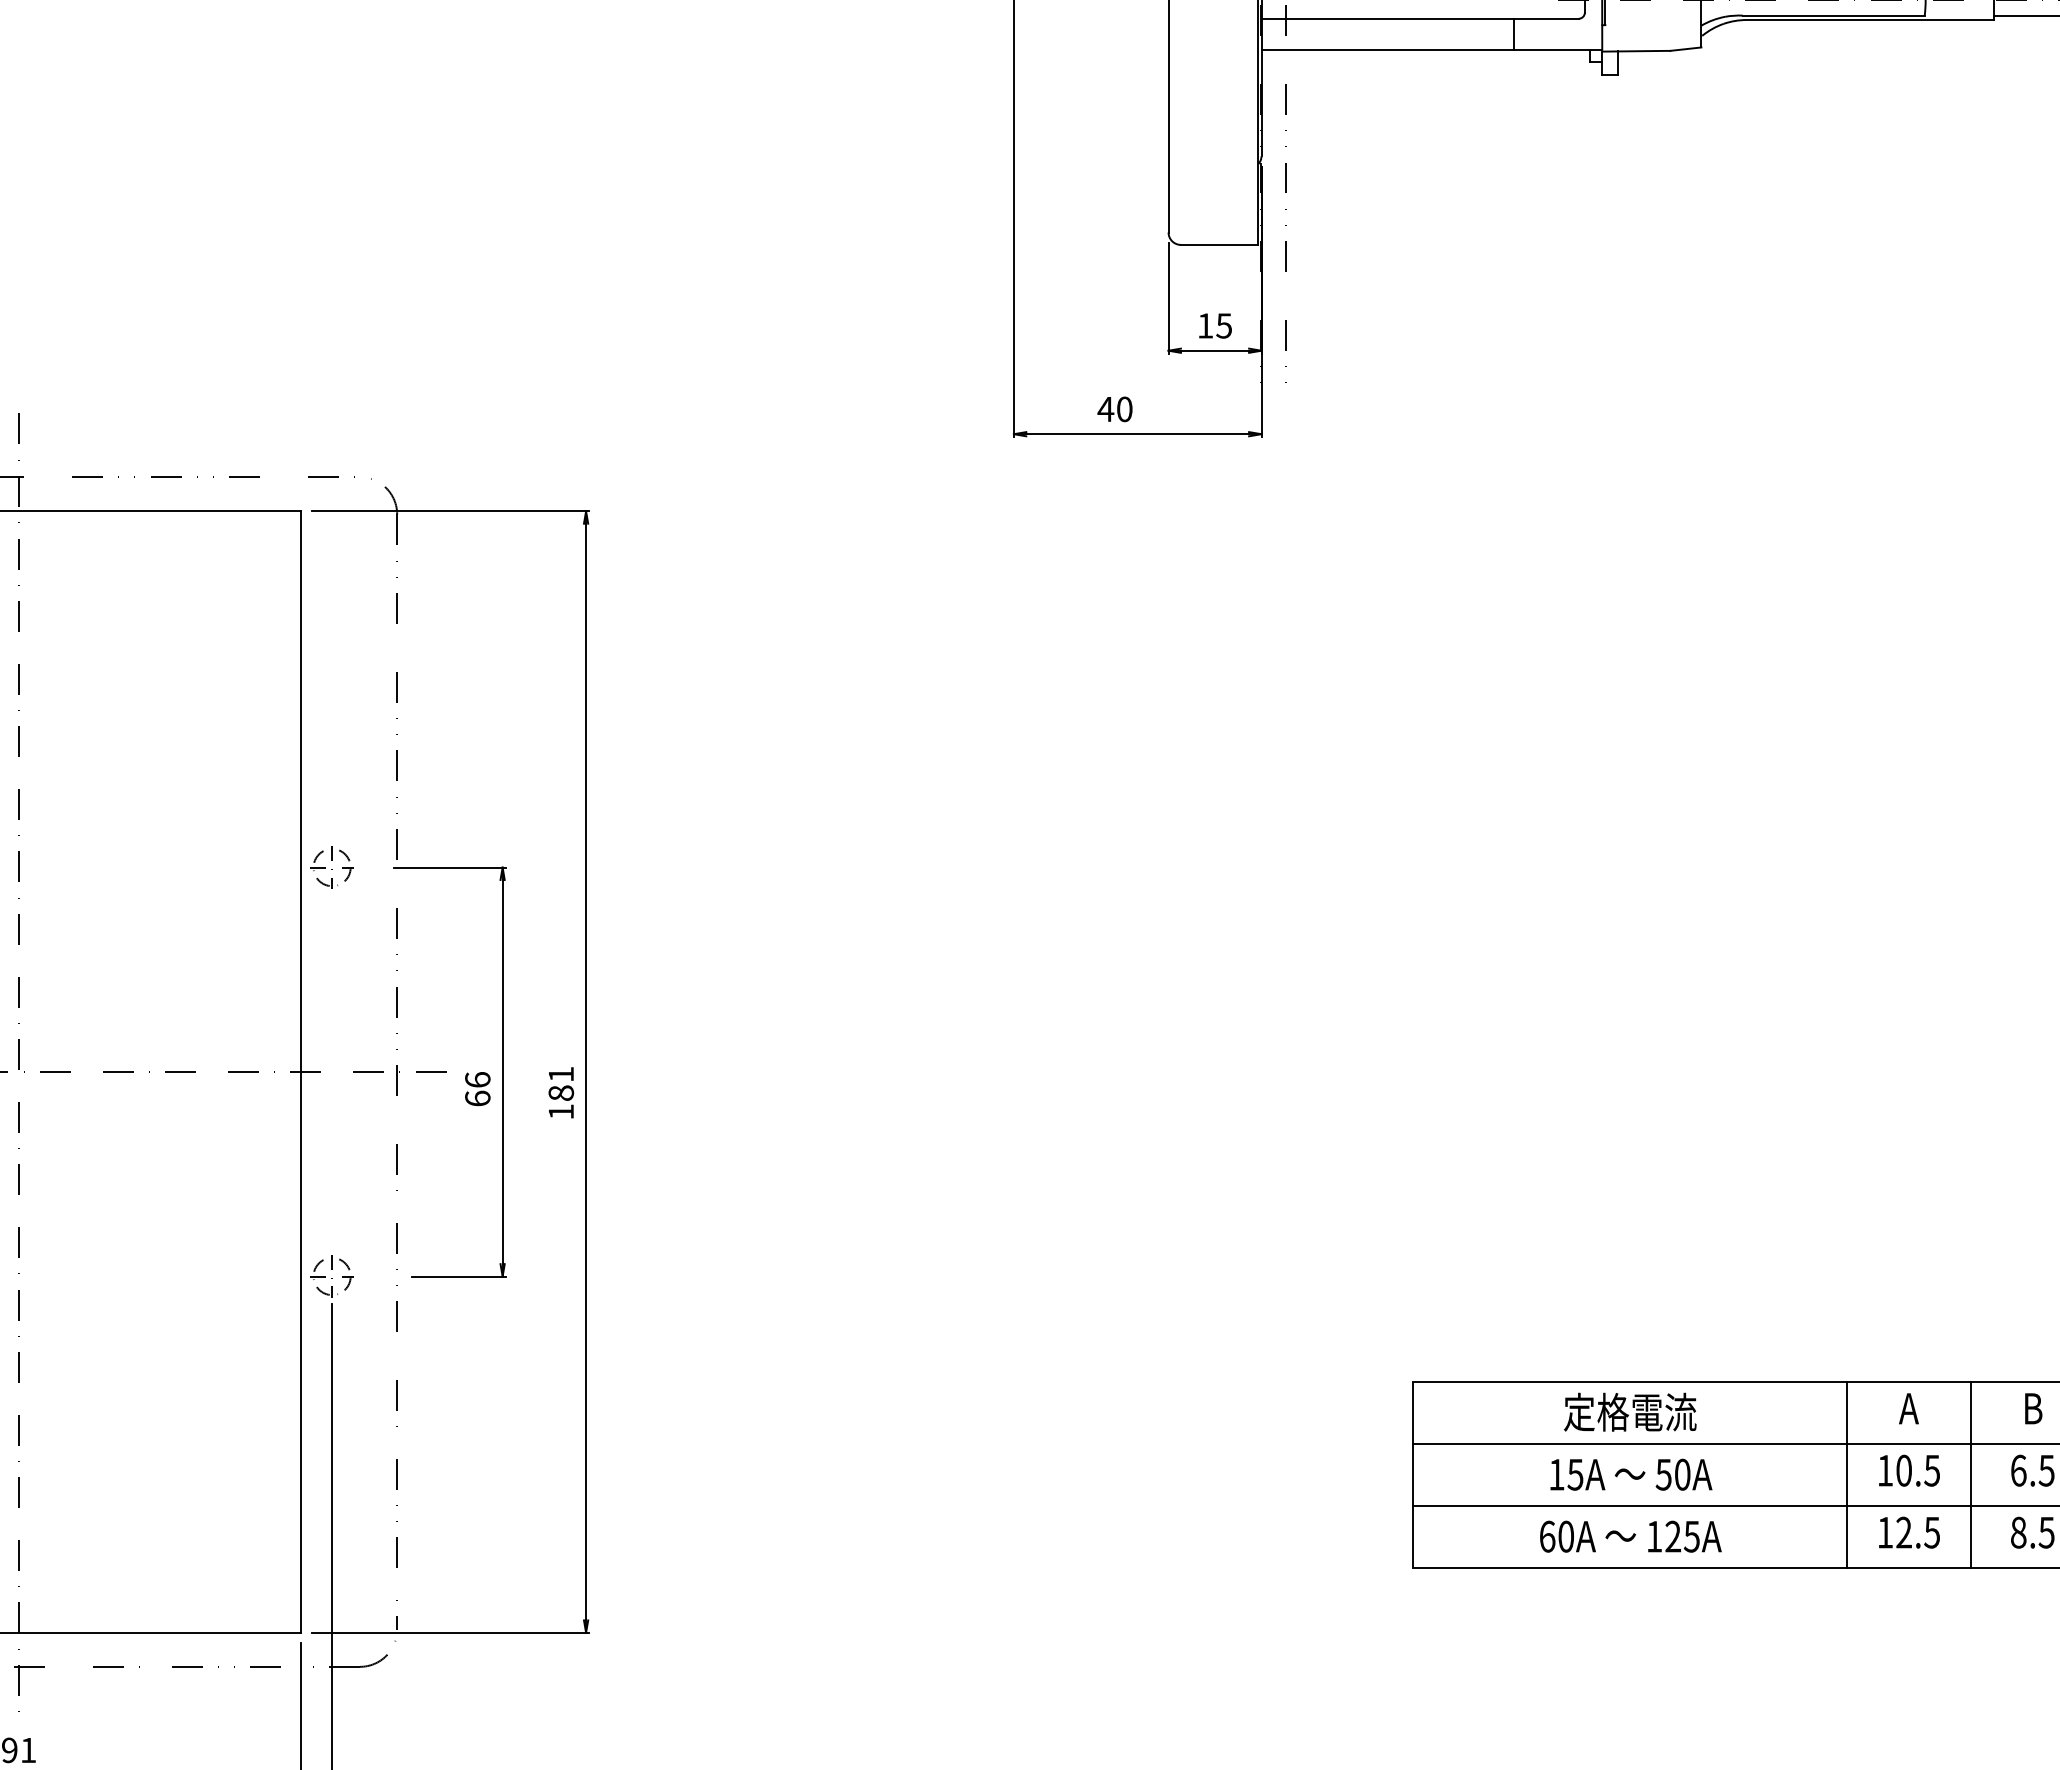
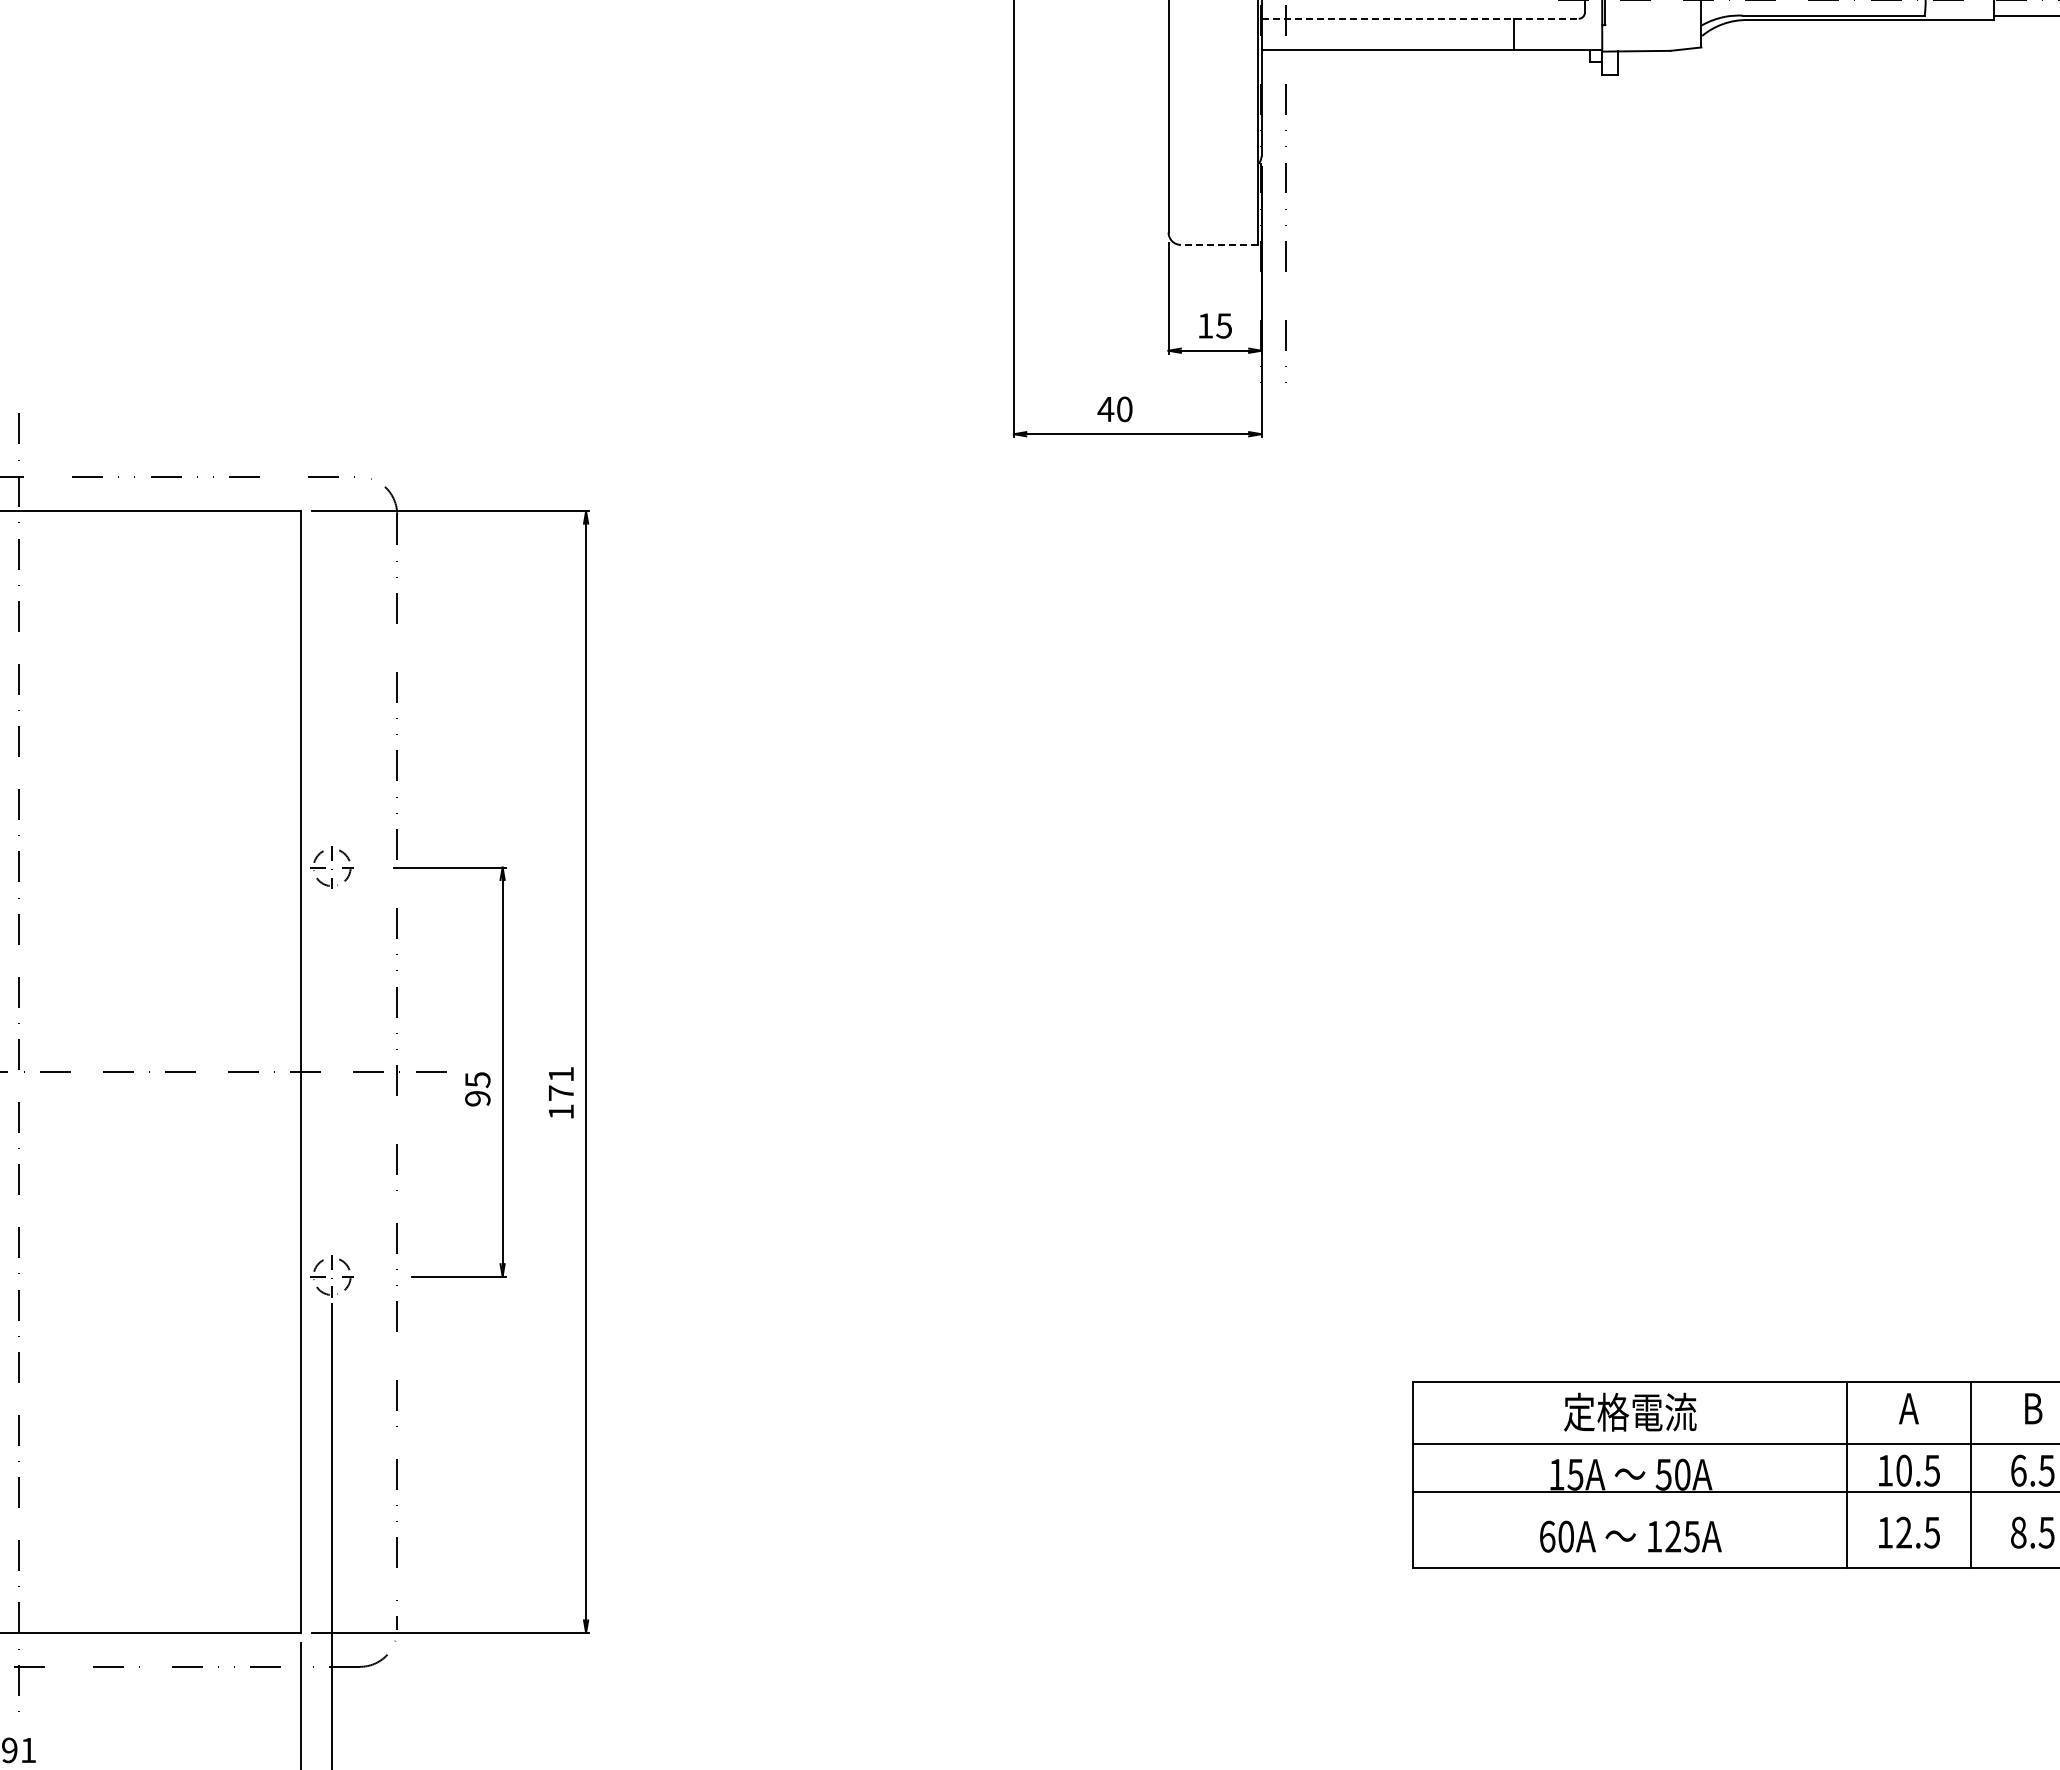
line at (1420, 18): solid -> dashed
line at (1219, 244): solid -> dashed
text at (477, 1089): 66 -> 95
text at (561, 1092): 181 -> 171
line at (1734, 1505) position: (1734, 1505) -> (1734, 1491)
